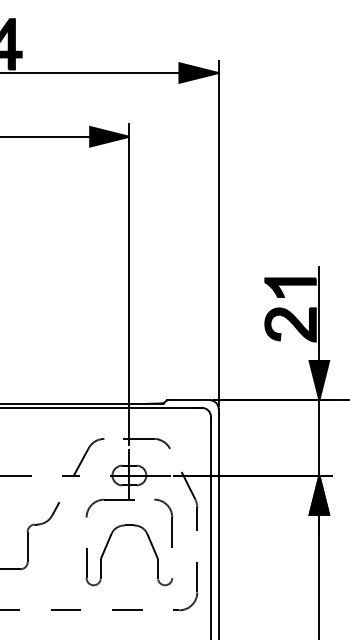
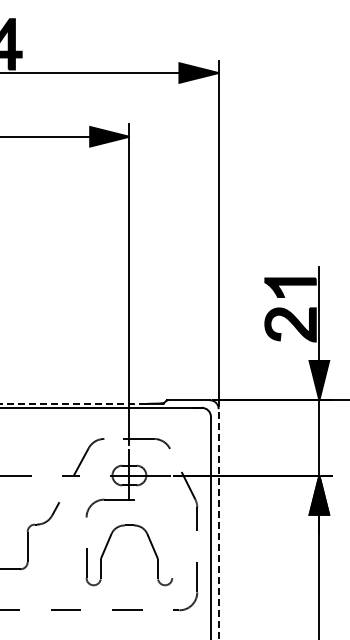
line at (72, 403): solid -> dashed
part at (171, 522): present -> none
line at (218, 524): solid -> dashed
